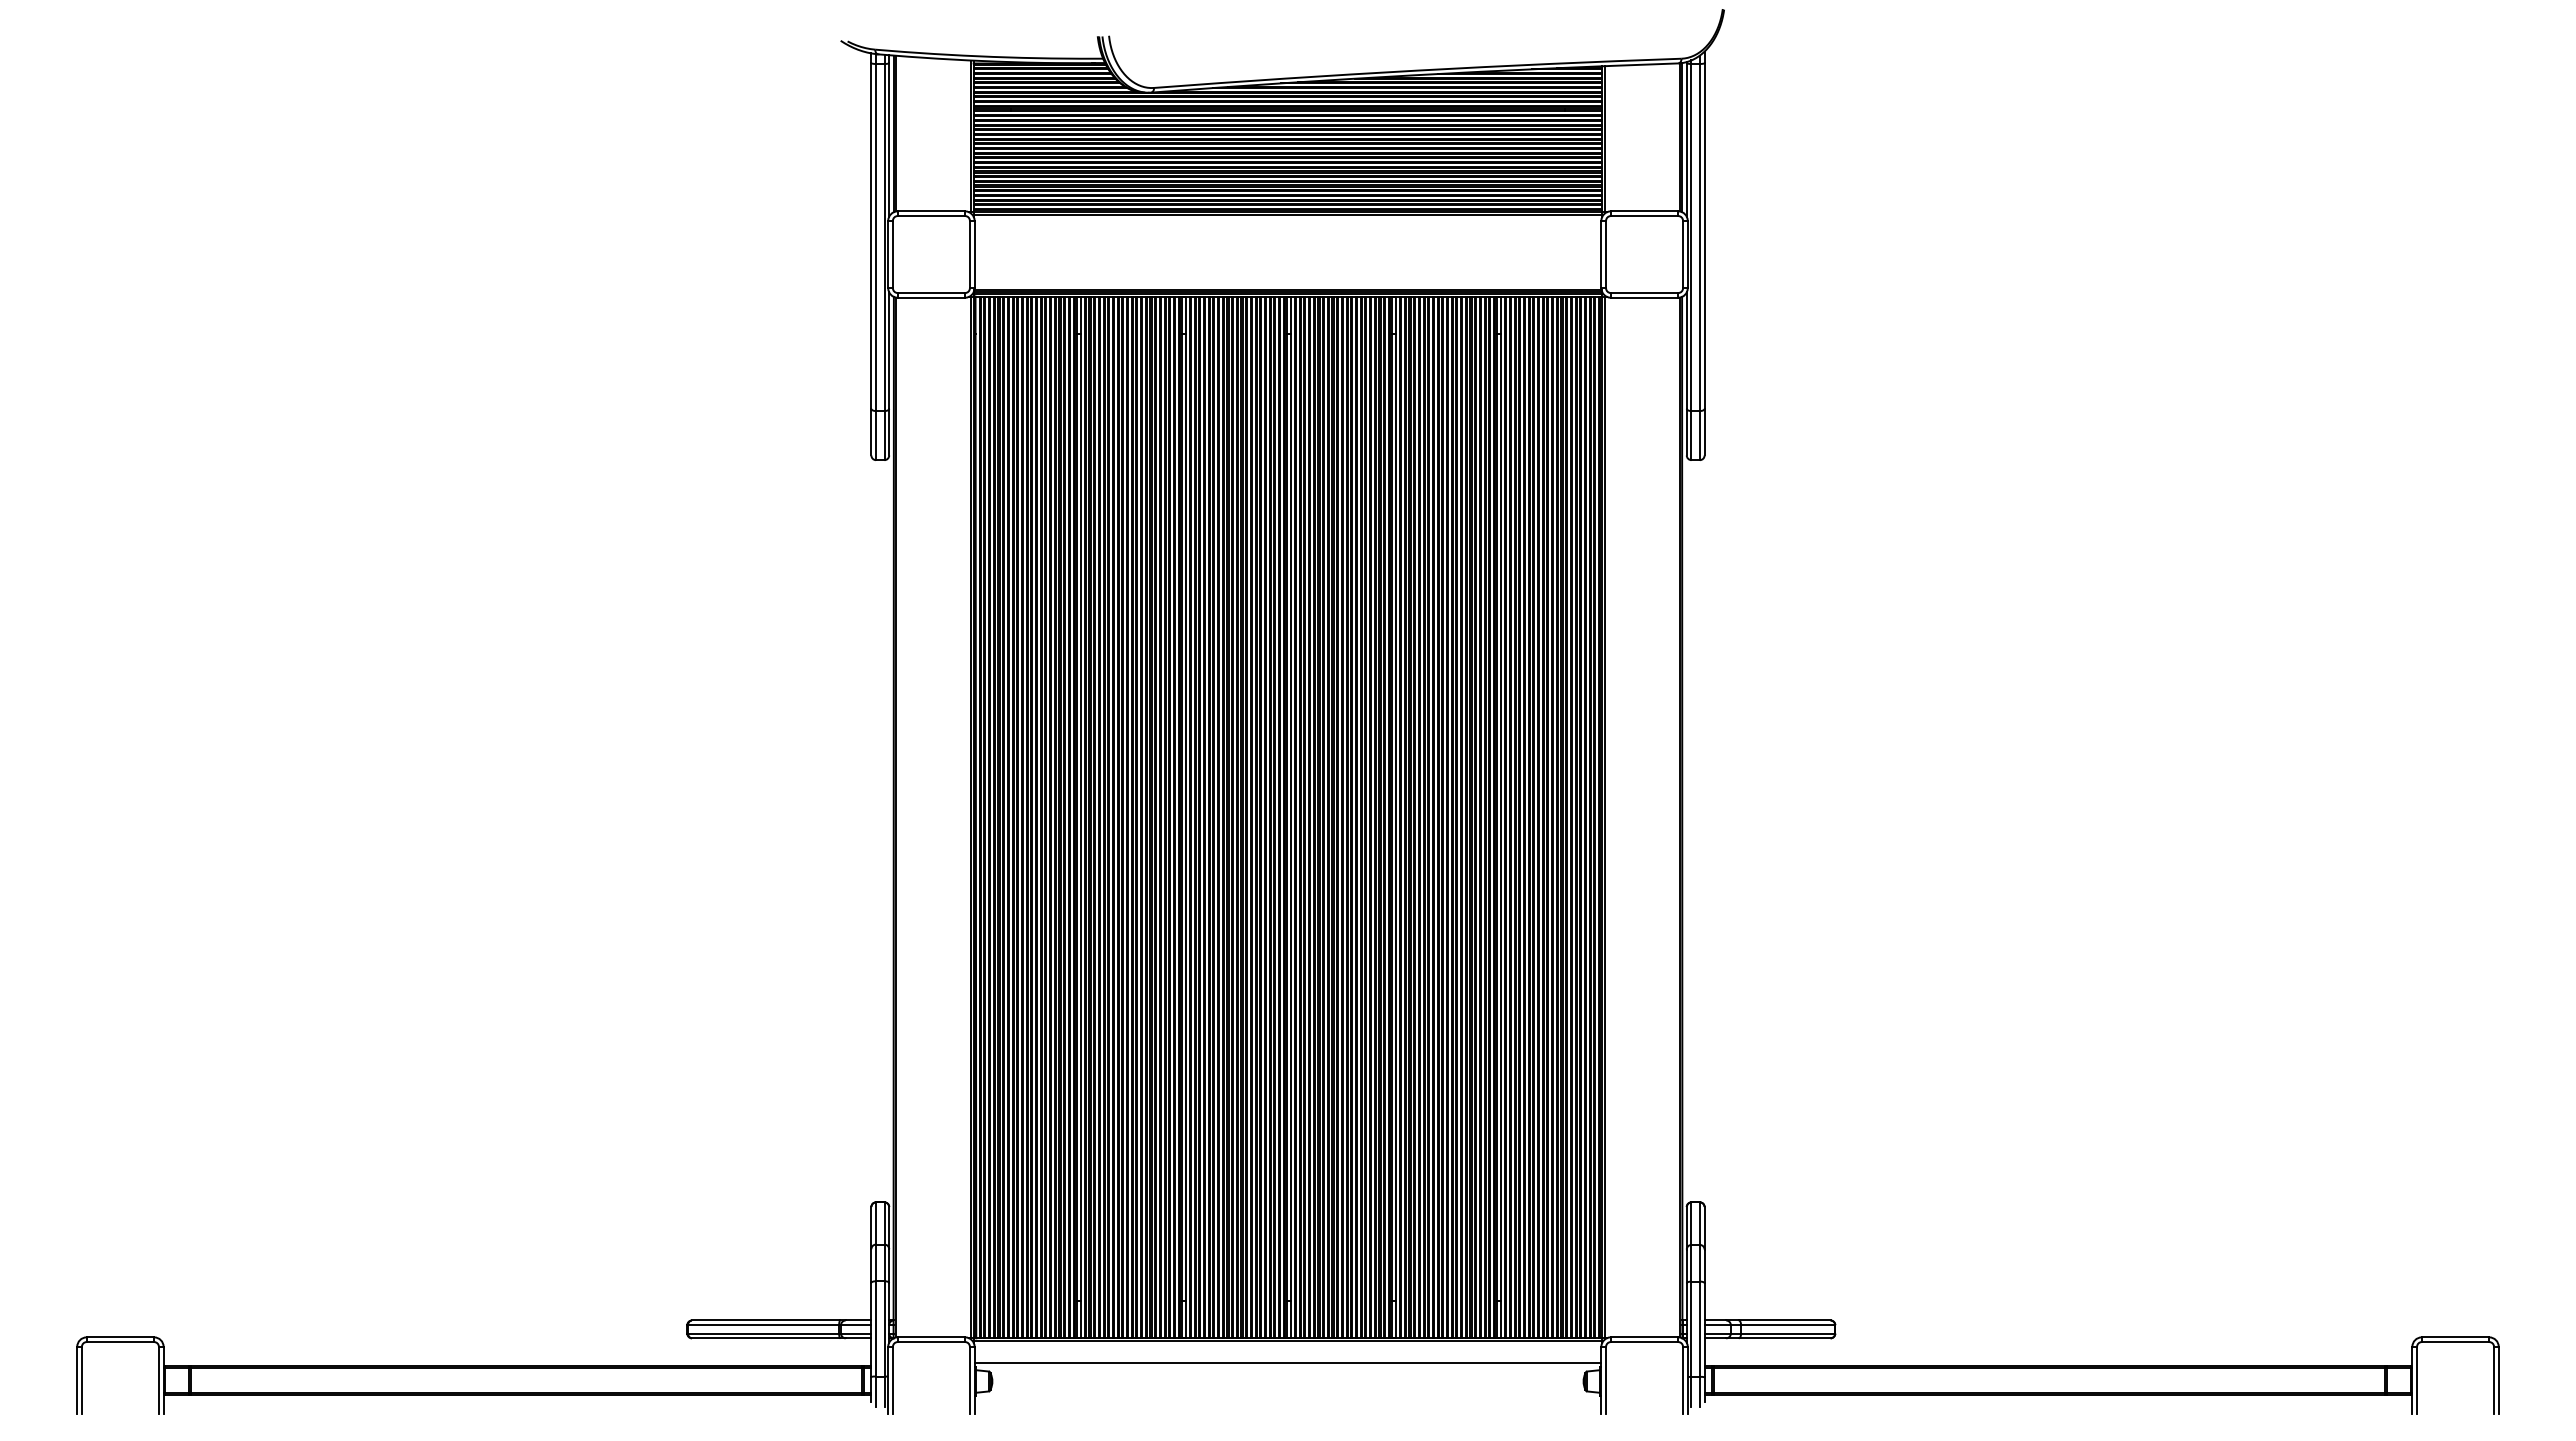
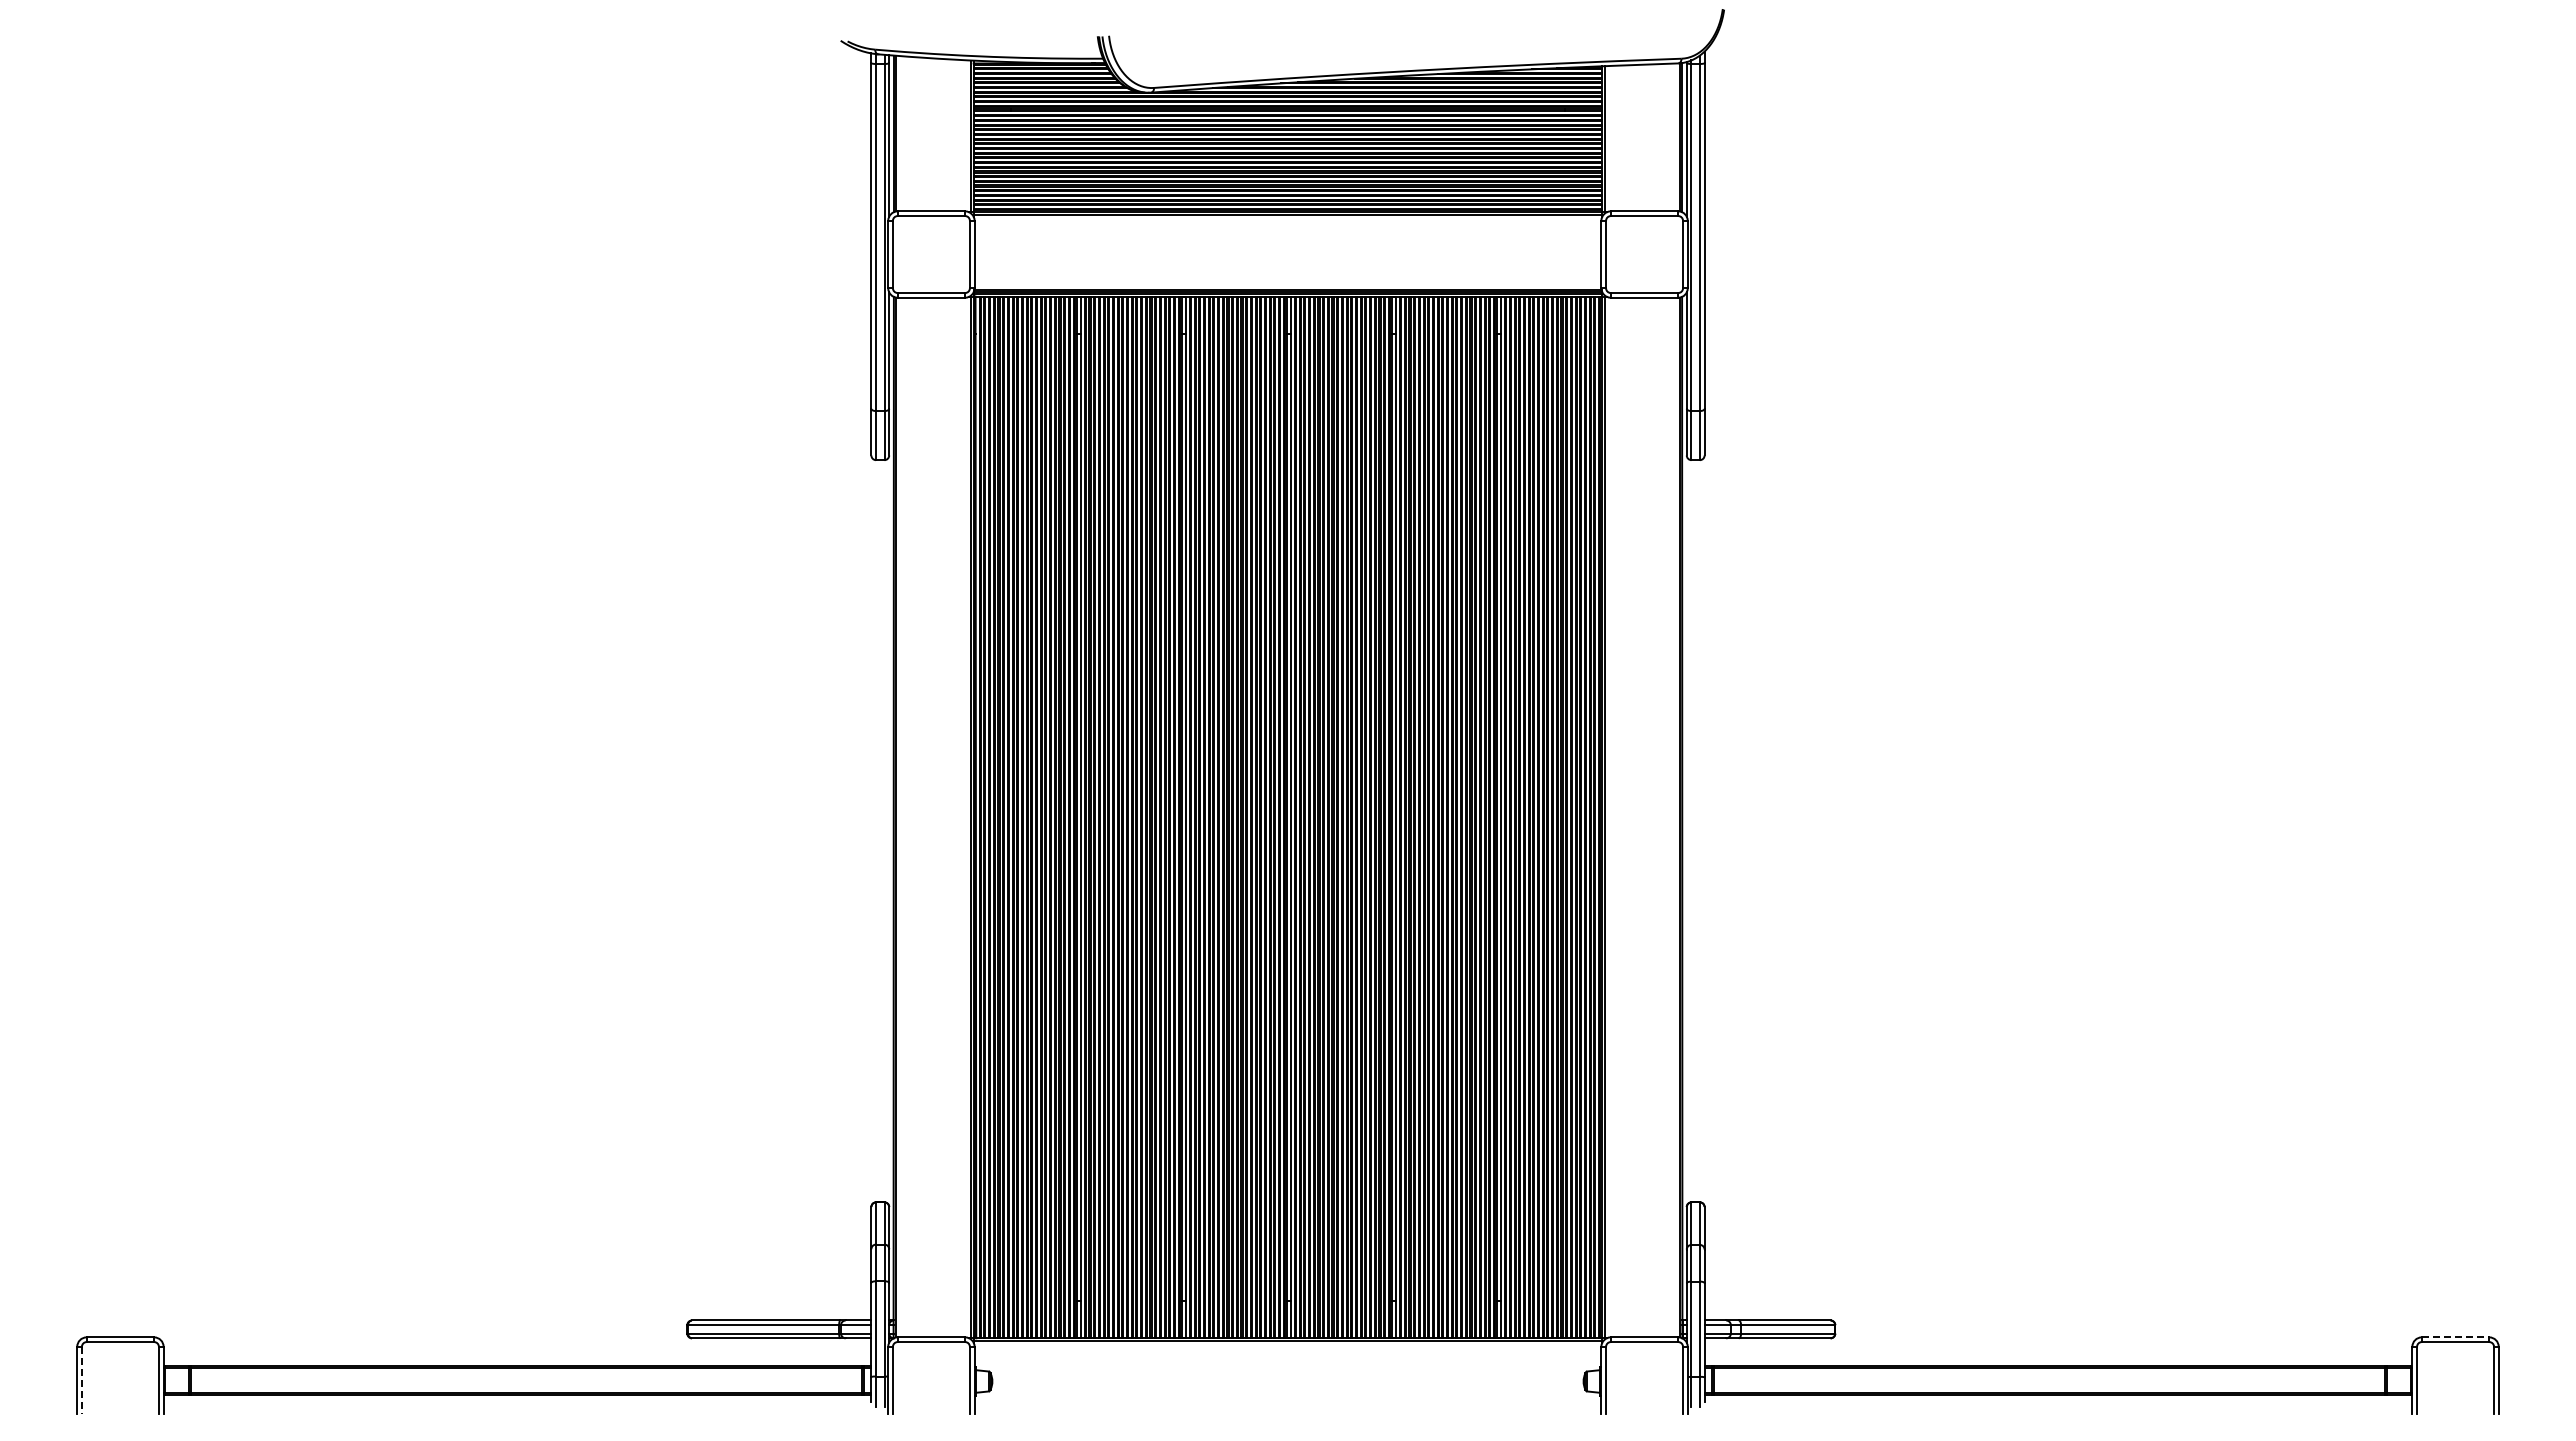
line at (2455, 1337): solid -> dashed
line at (1287, 1362): present -> none
line at (81, 1380): solid -> dashed
